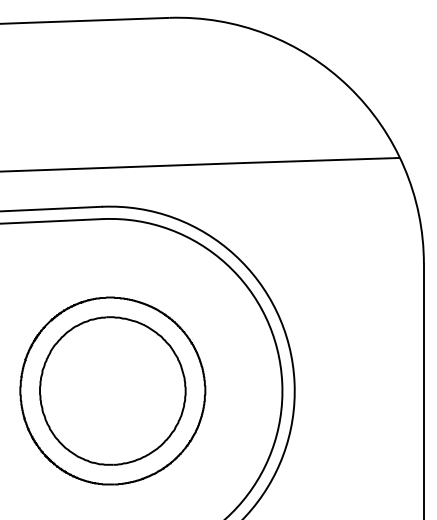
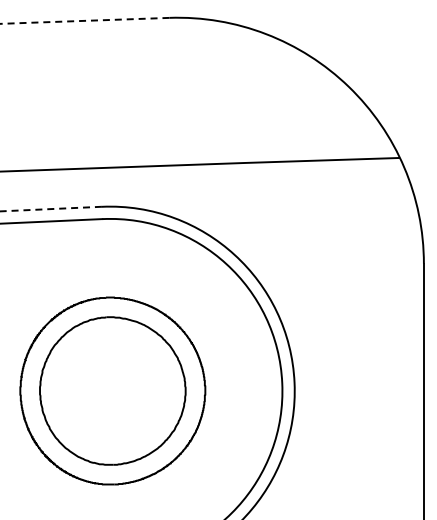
arc at (84, 20): solid -> dashed
line at (50, 209): solid -> dashed
